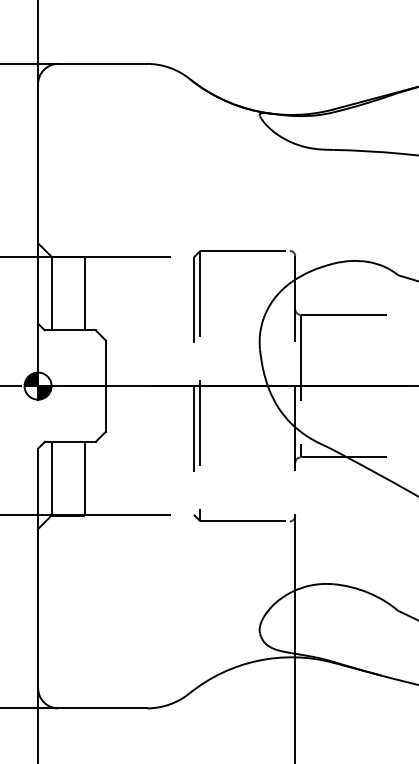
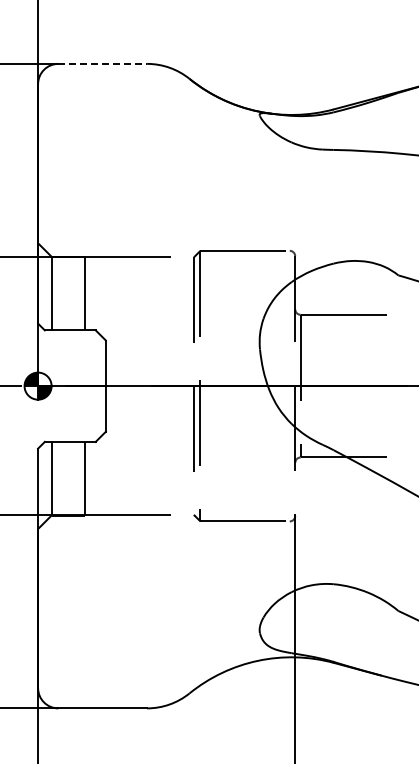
line at (103, 63): solid -> dashed
